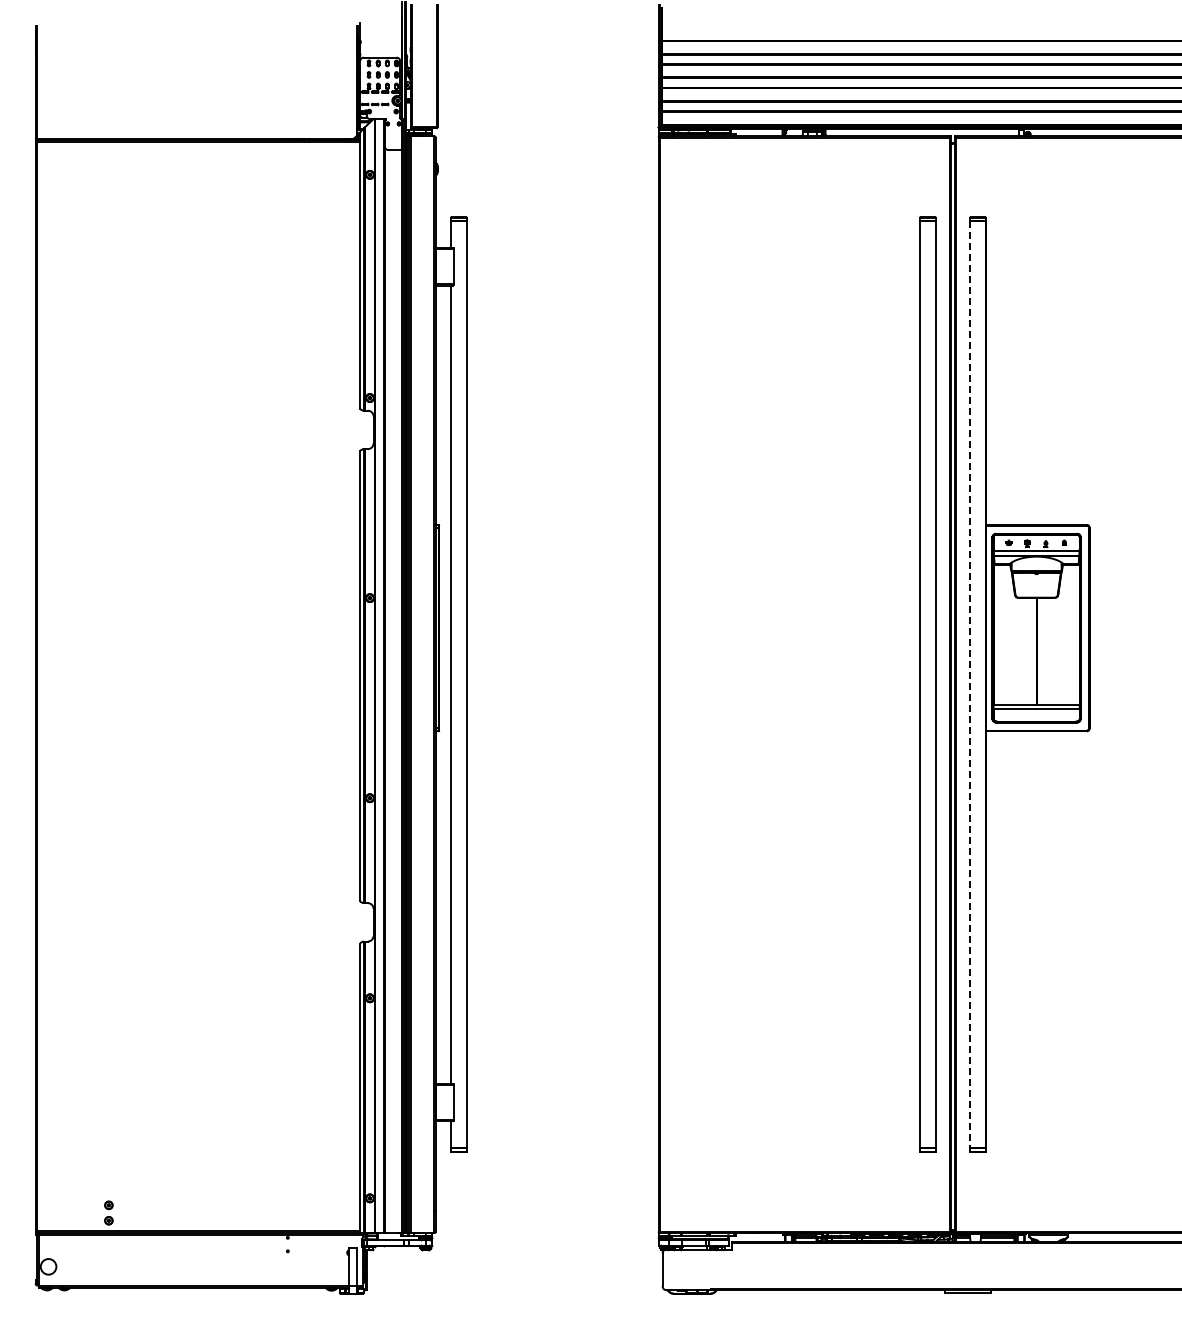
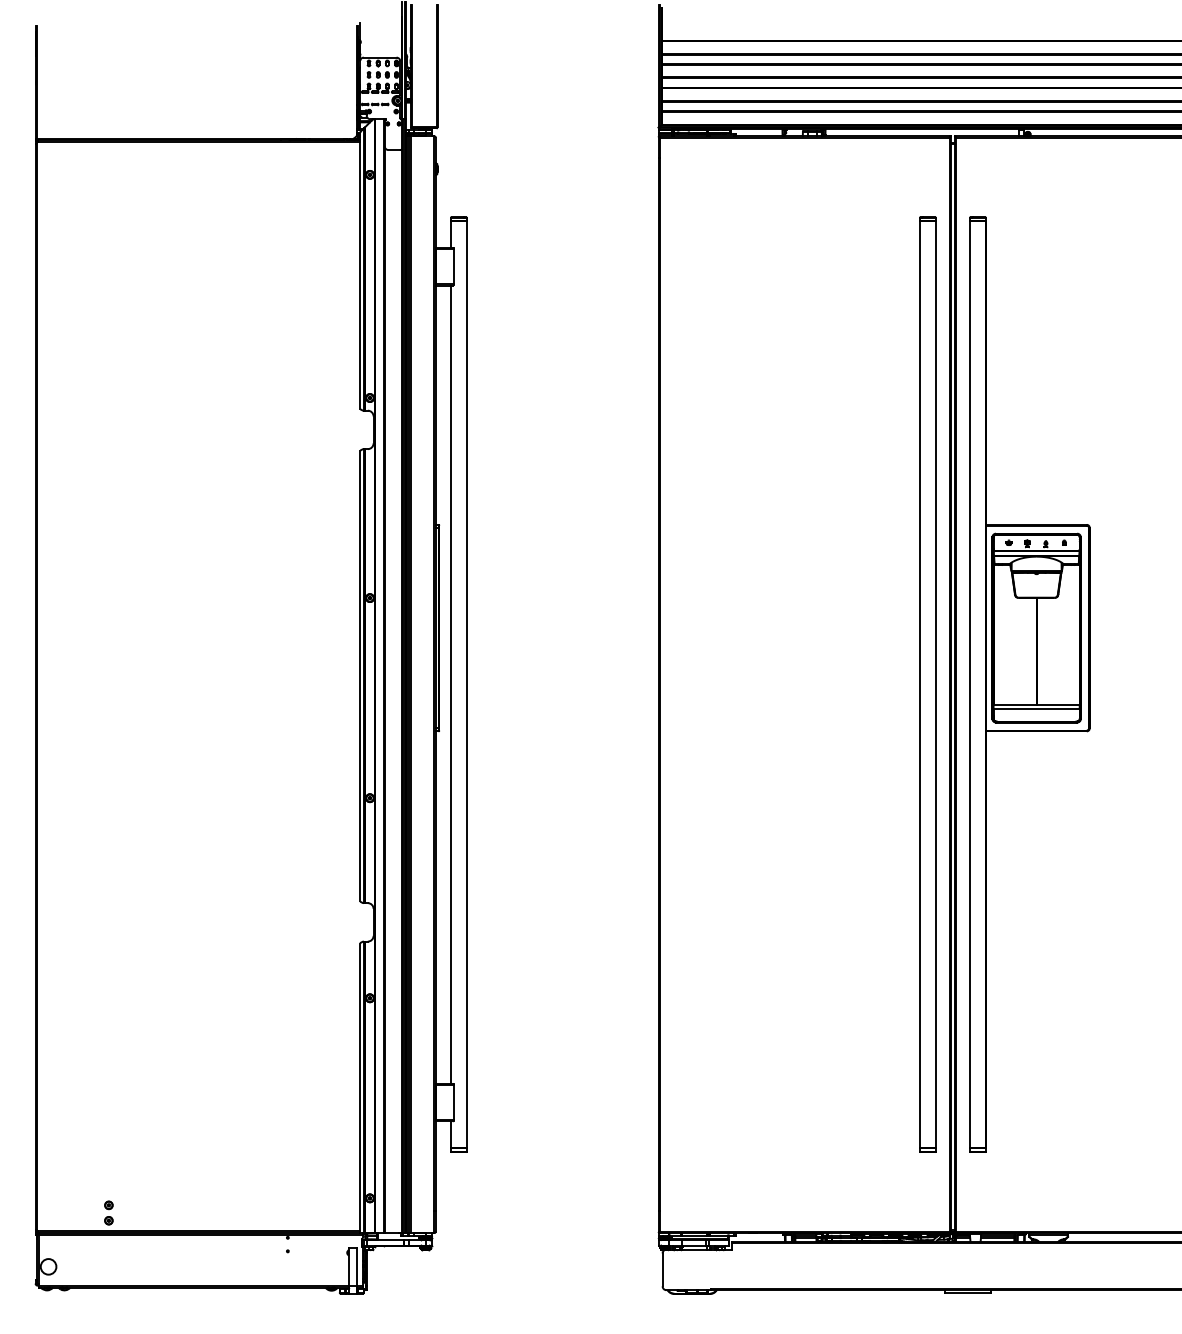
line at (970, 684): dashed -> solid
